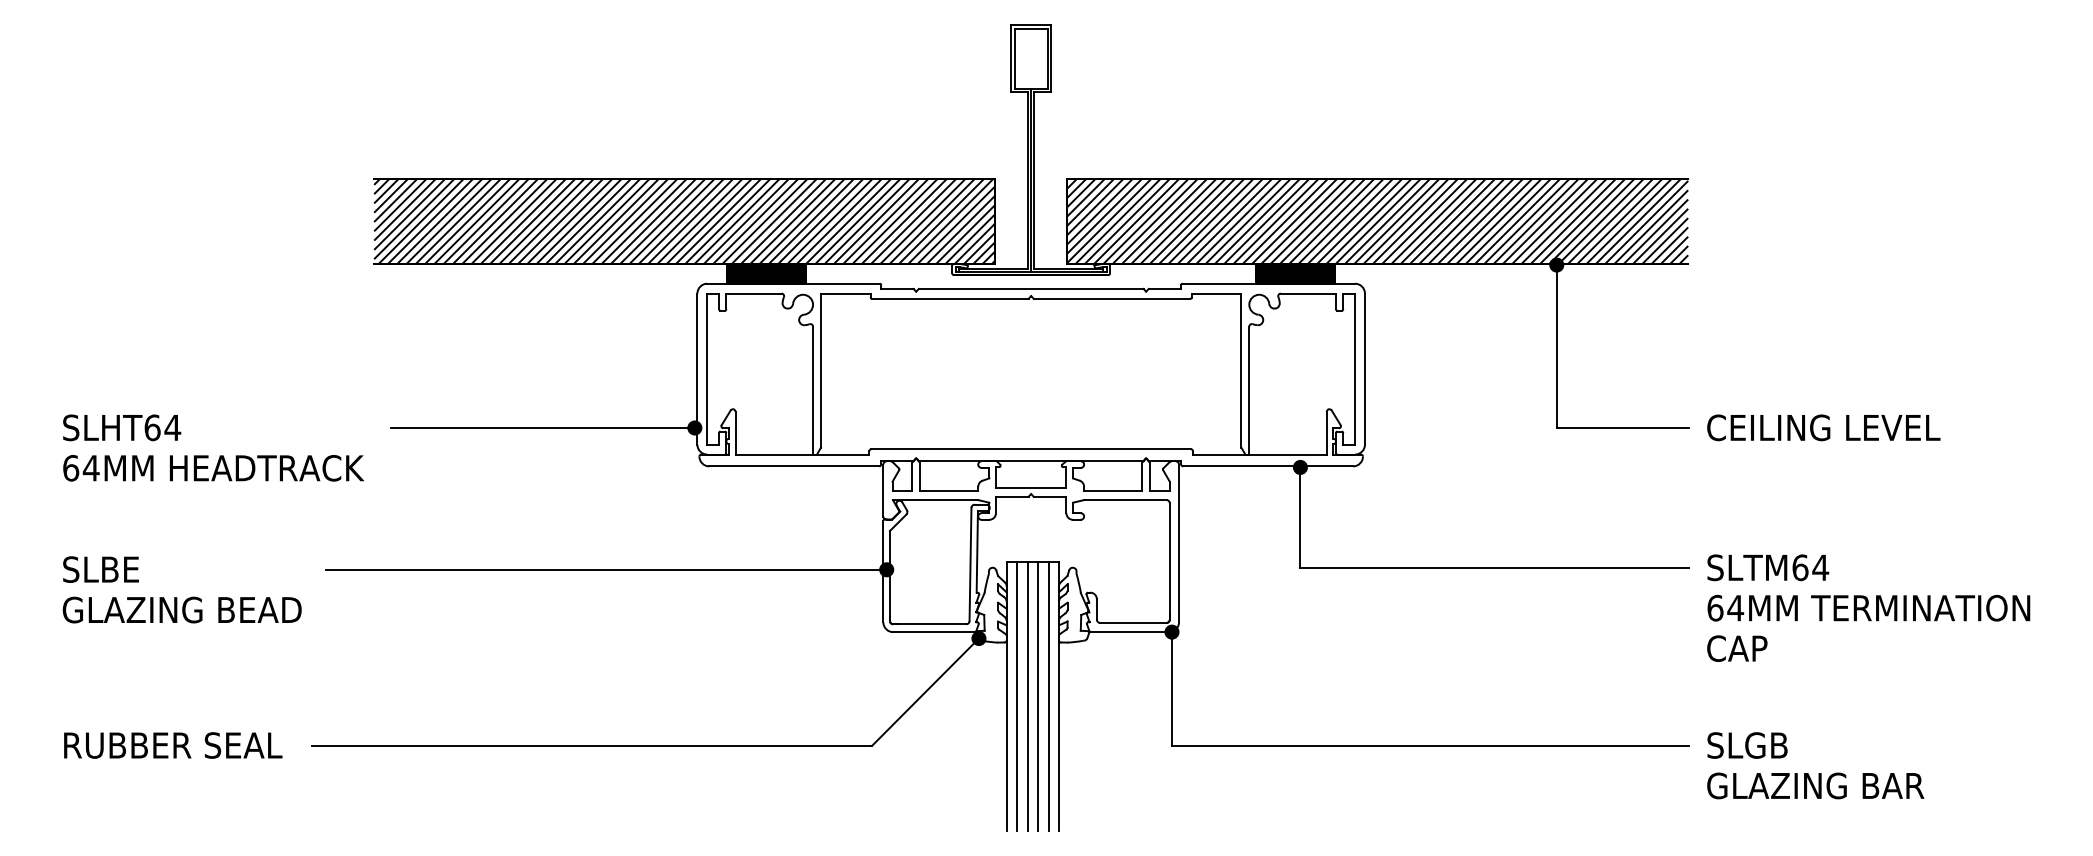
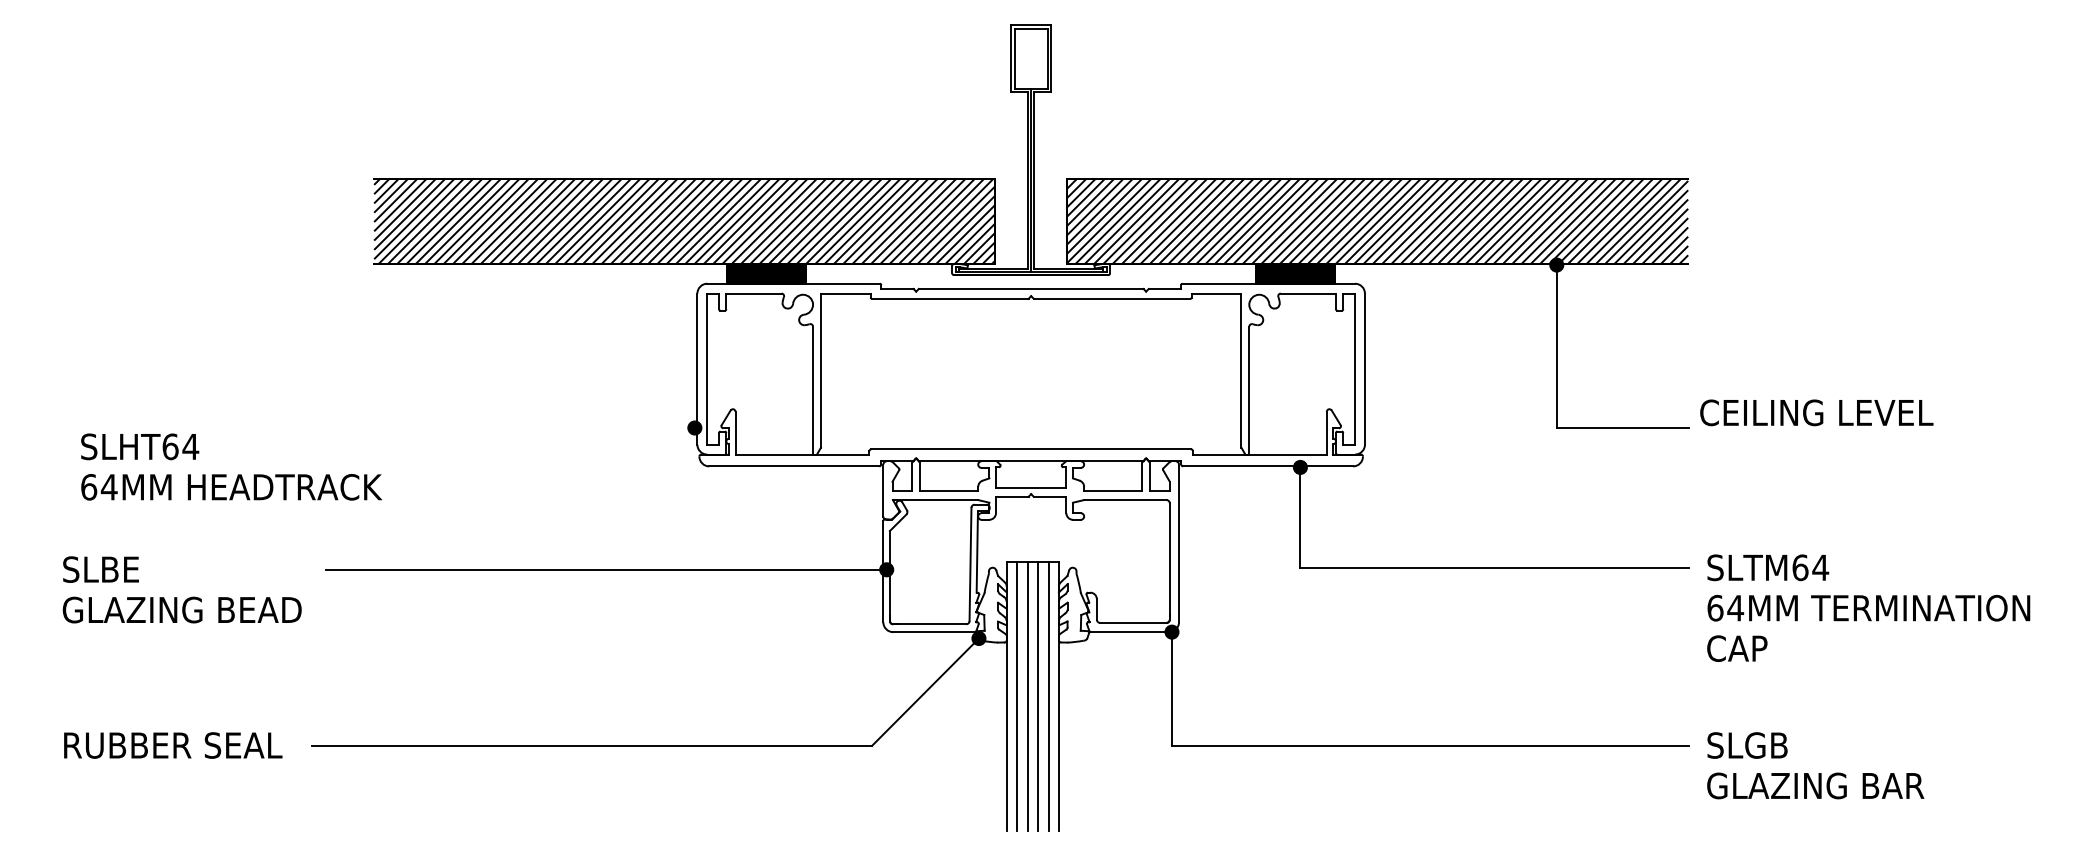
text at (1823, 427) position: (1823, 427) -> (1816, 412)
line at (542, 428): present -> none
text at (213, 447) position: (213, 447) -> (231, 466)
